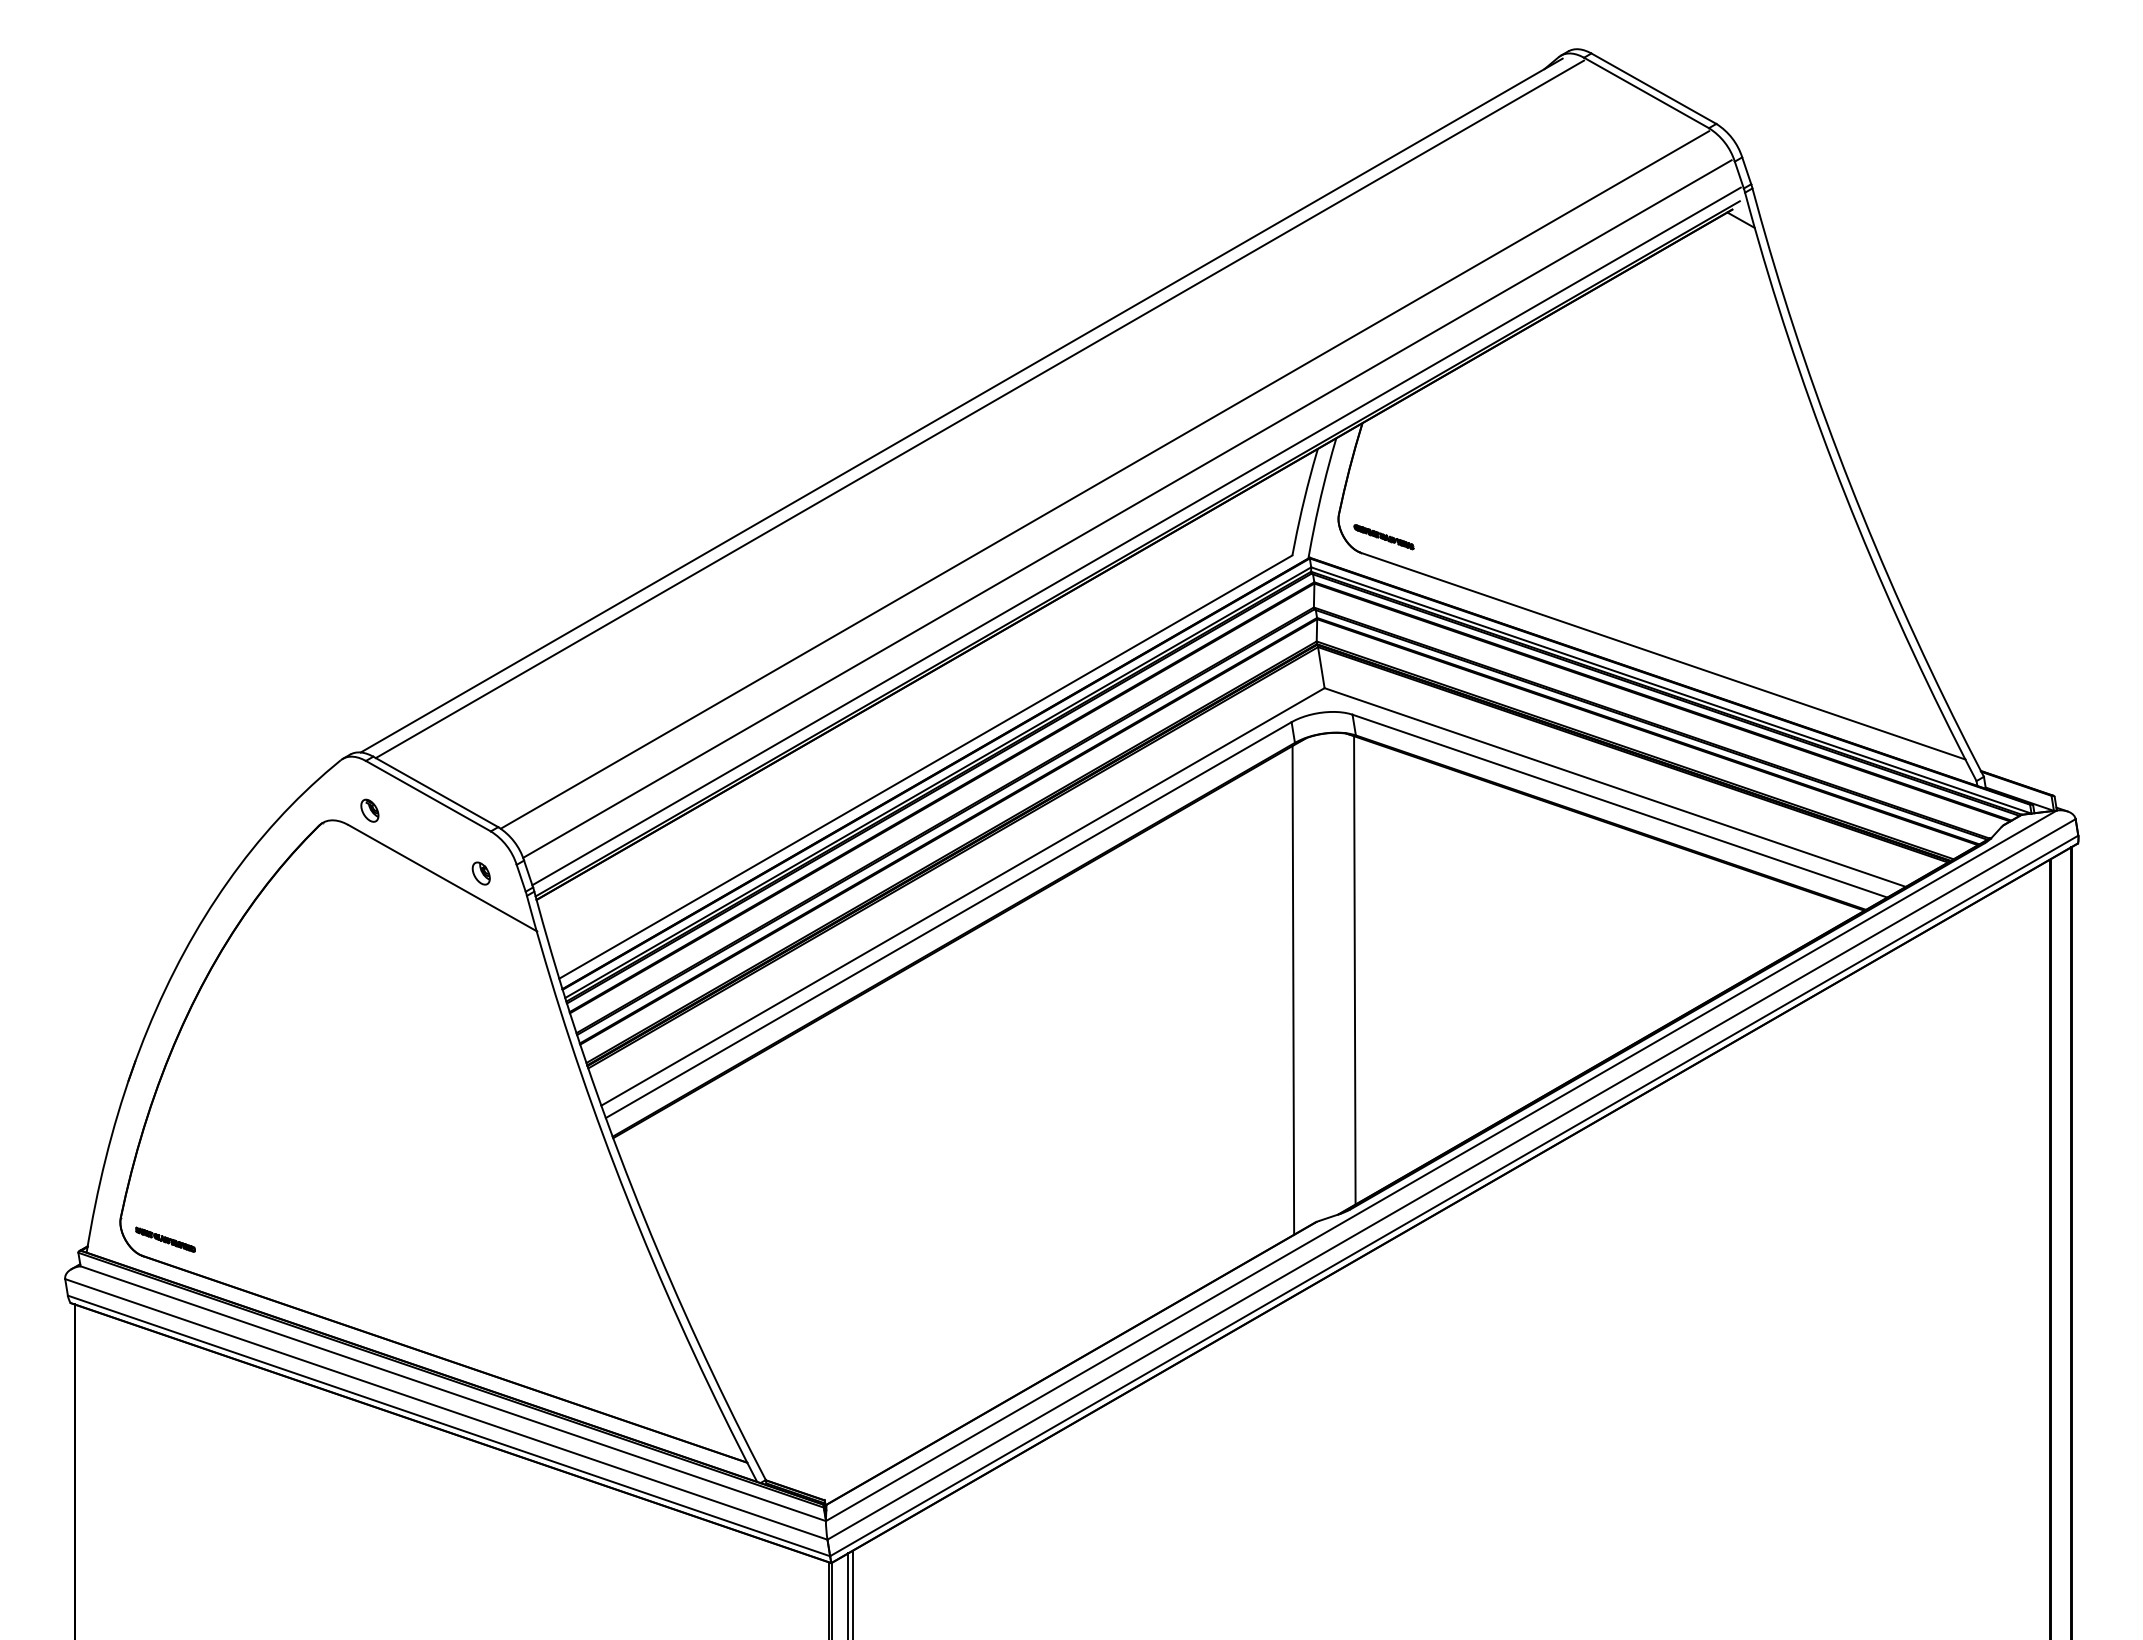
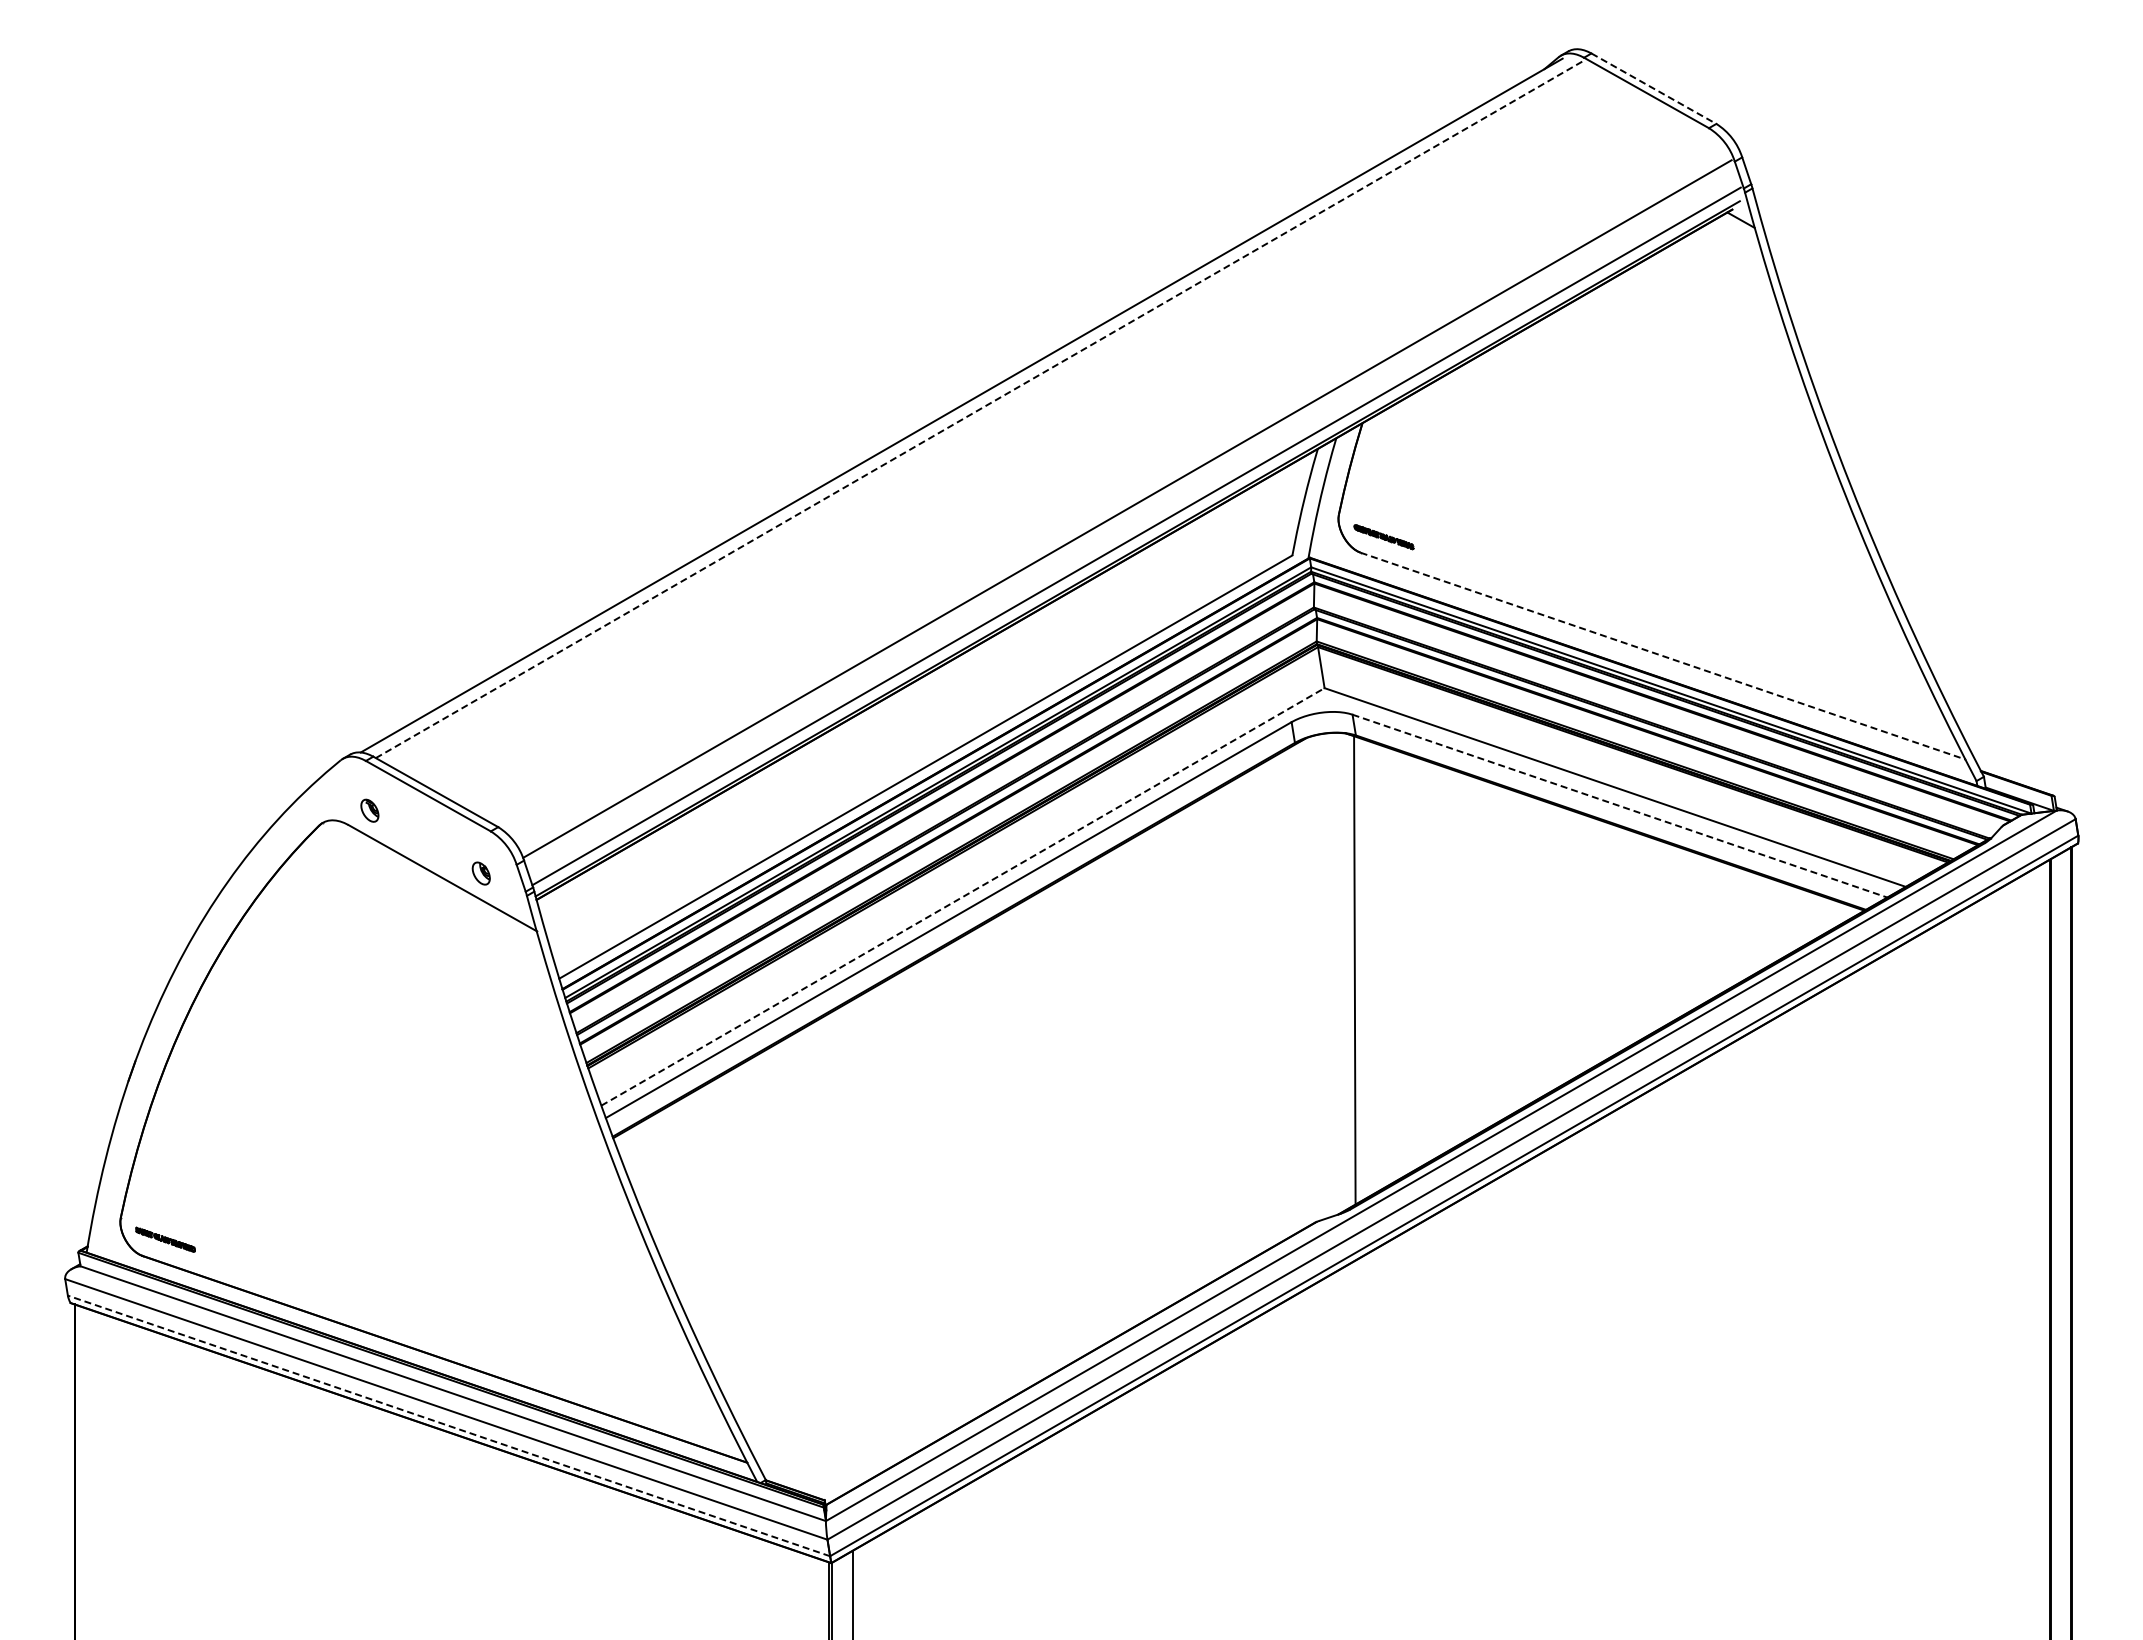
line at (1653, 88): solid -> dashed
line at (979, 409): solid -> dashed
line at (1104, 479): present -> none
line at (1662, 656): solid -> dashed
line at (1619, 806): solid -> dashed
line at (962, 896): solid -> dashed
line at (1293, 990): present -> none
line at (449, 1425): solid -> dashed
line at (848, 1594): present -> none
